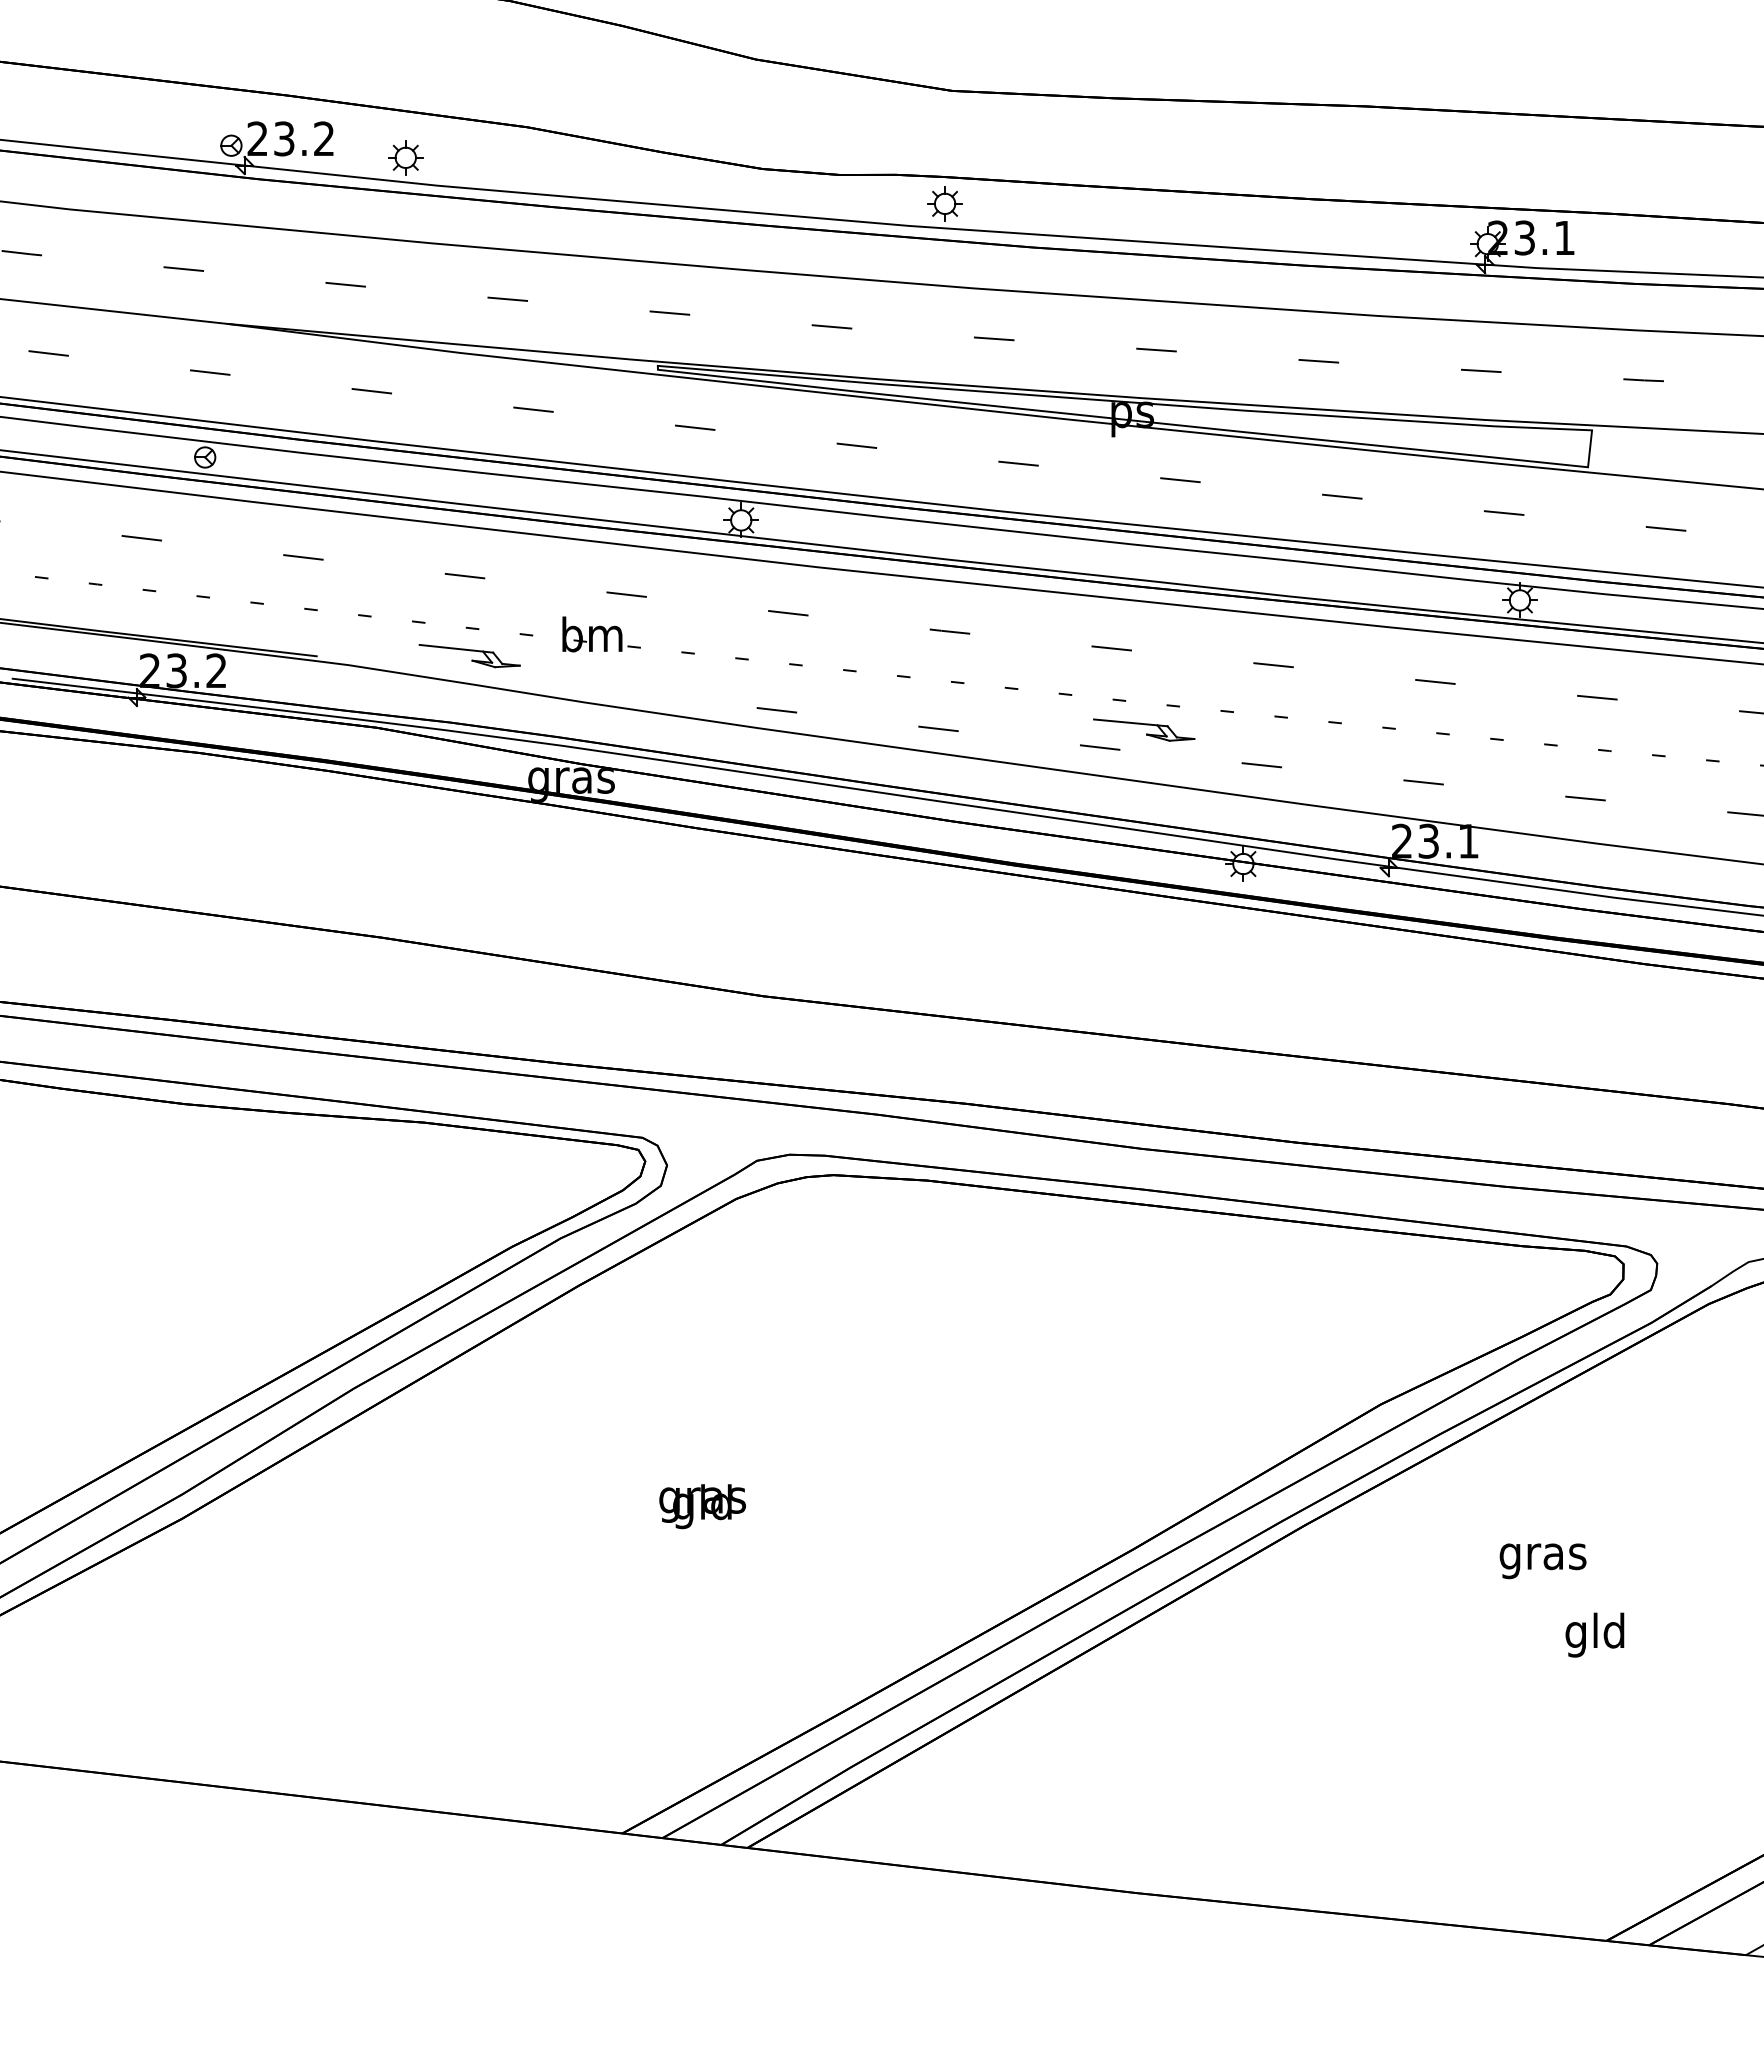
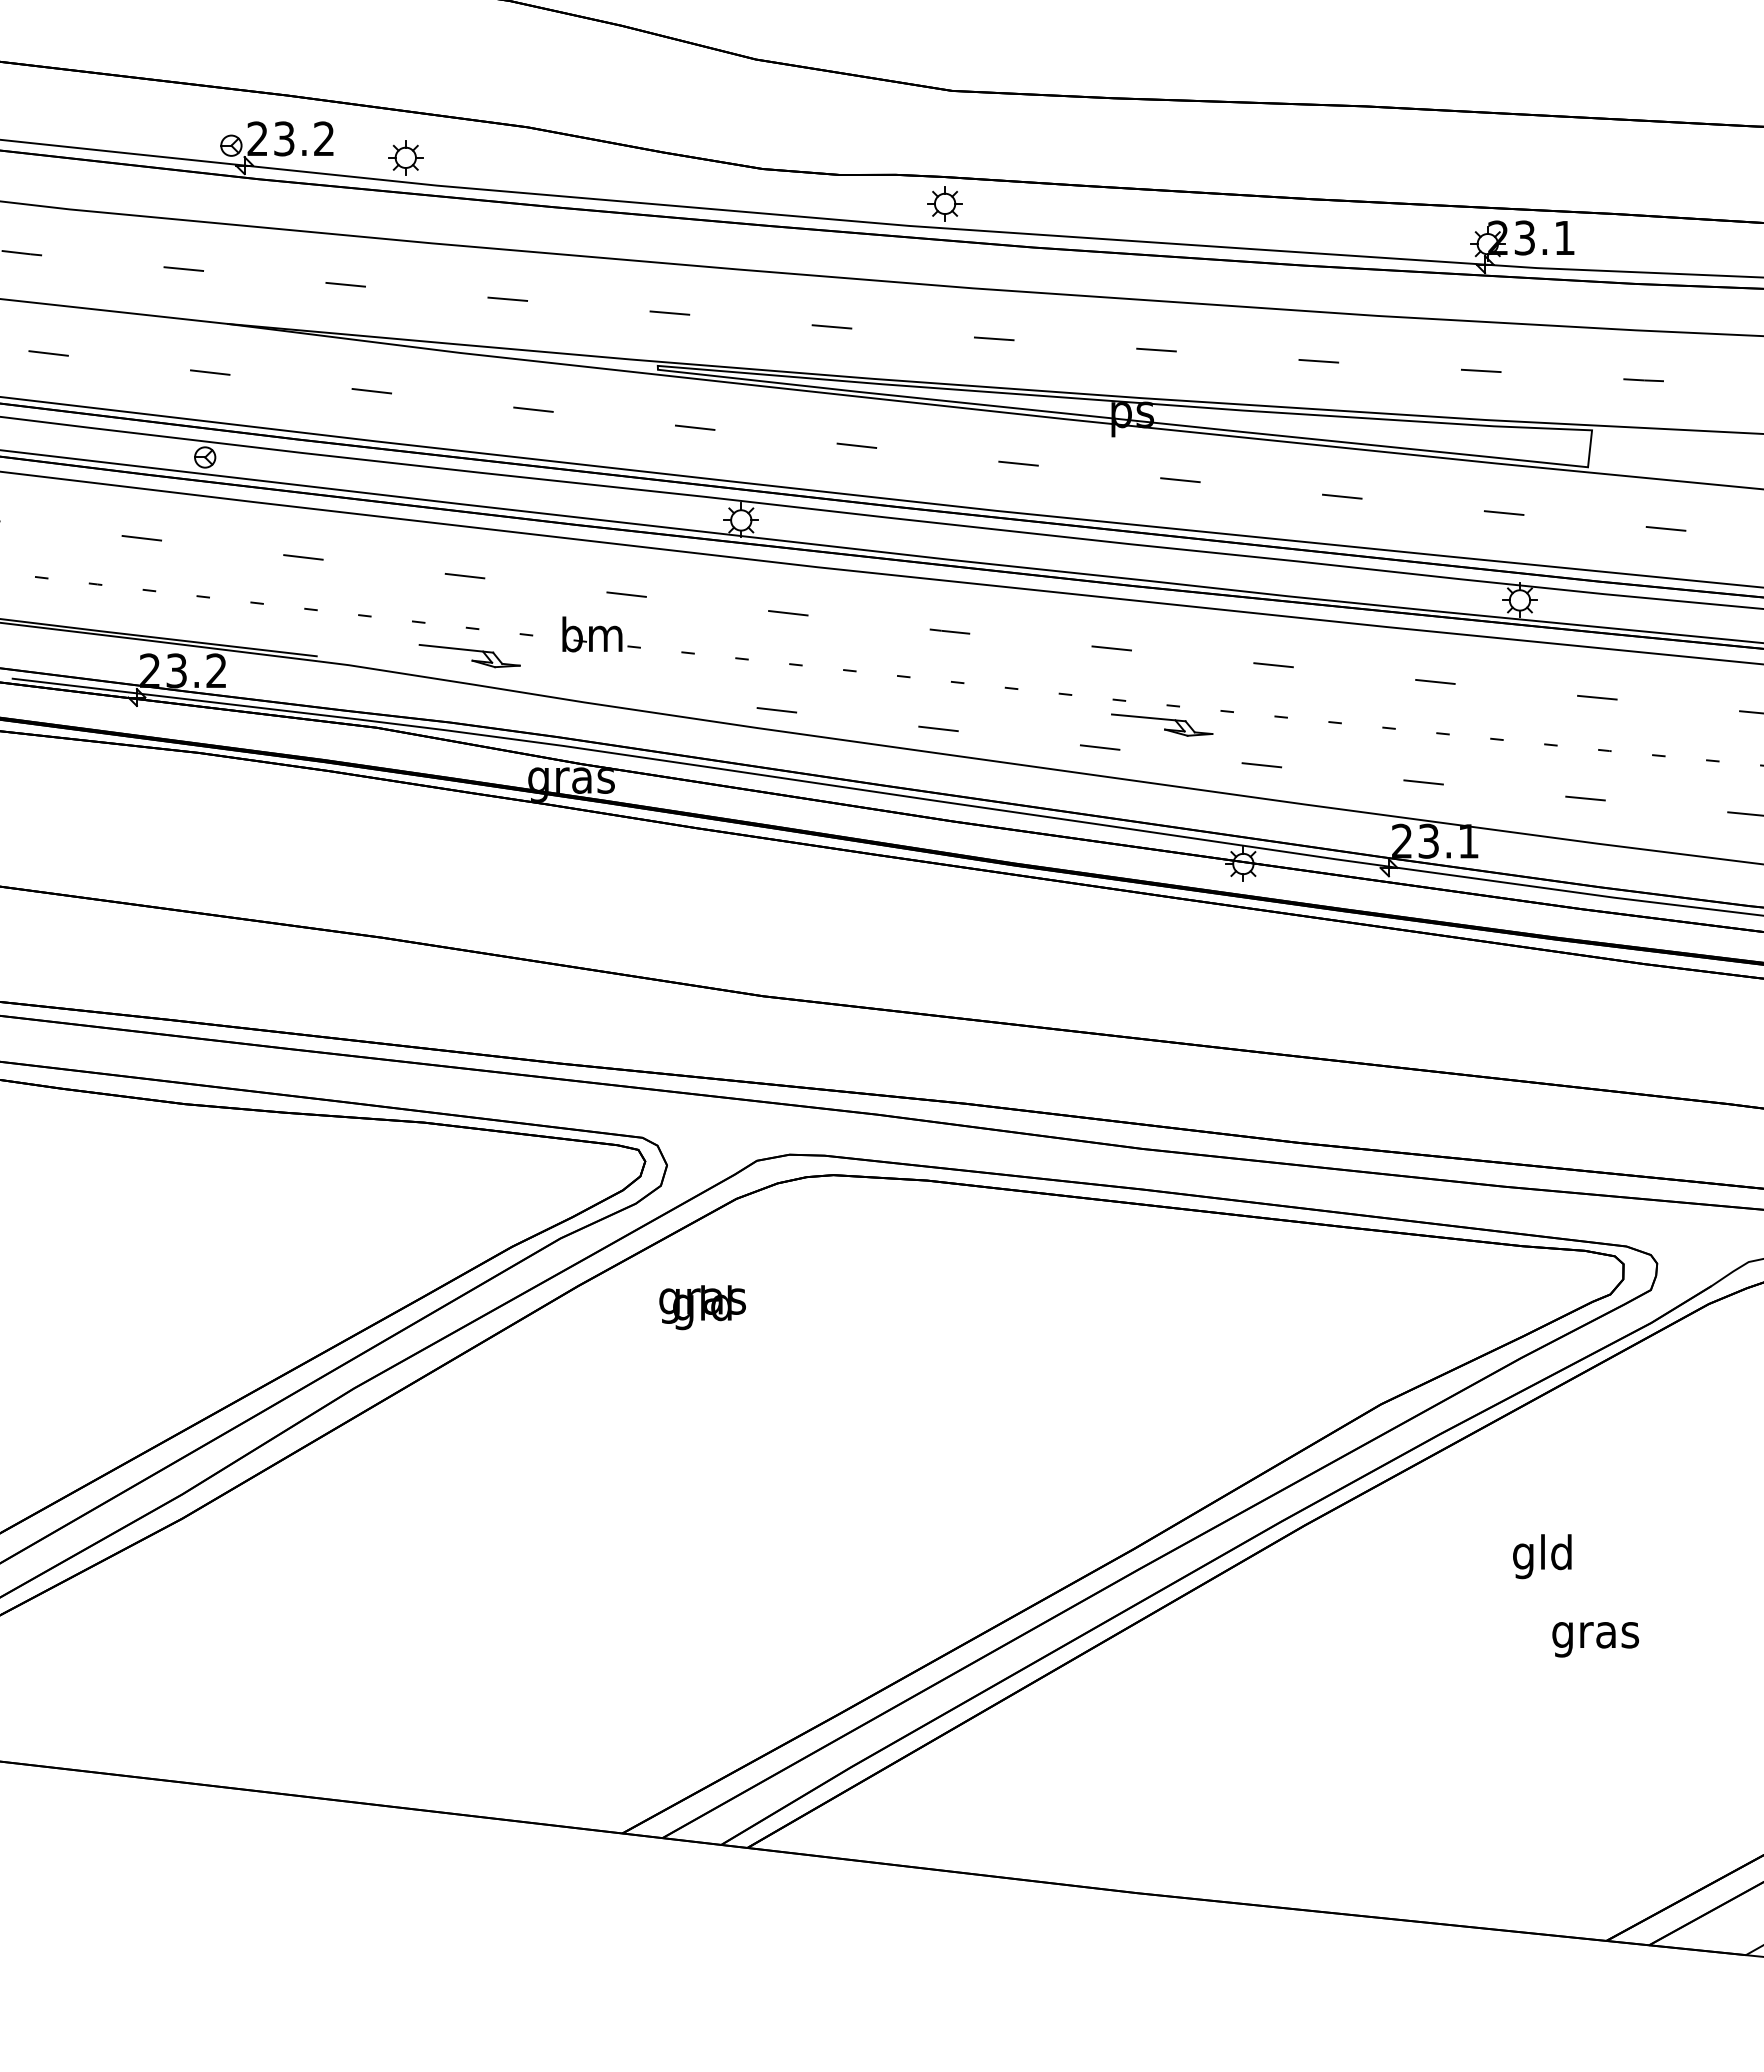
part at (1144, 729) position: (1144, 729) -> (1162, 724)
text at (702, 1506) position: (702, 1506) -> (702, 1307)
text at (1542, 1556): gras -> gld
text at (1595, 1634): gld -> gras
